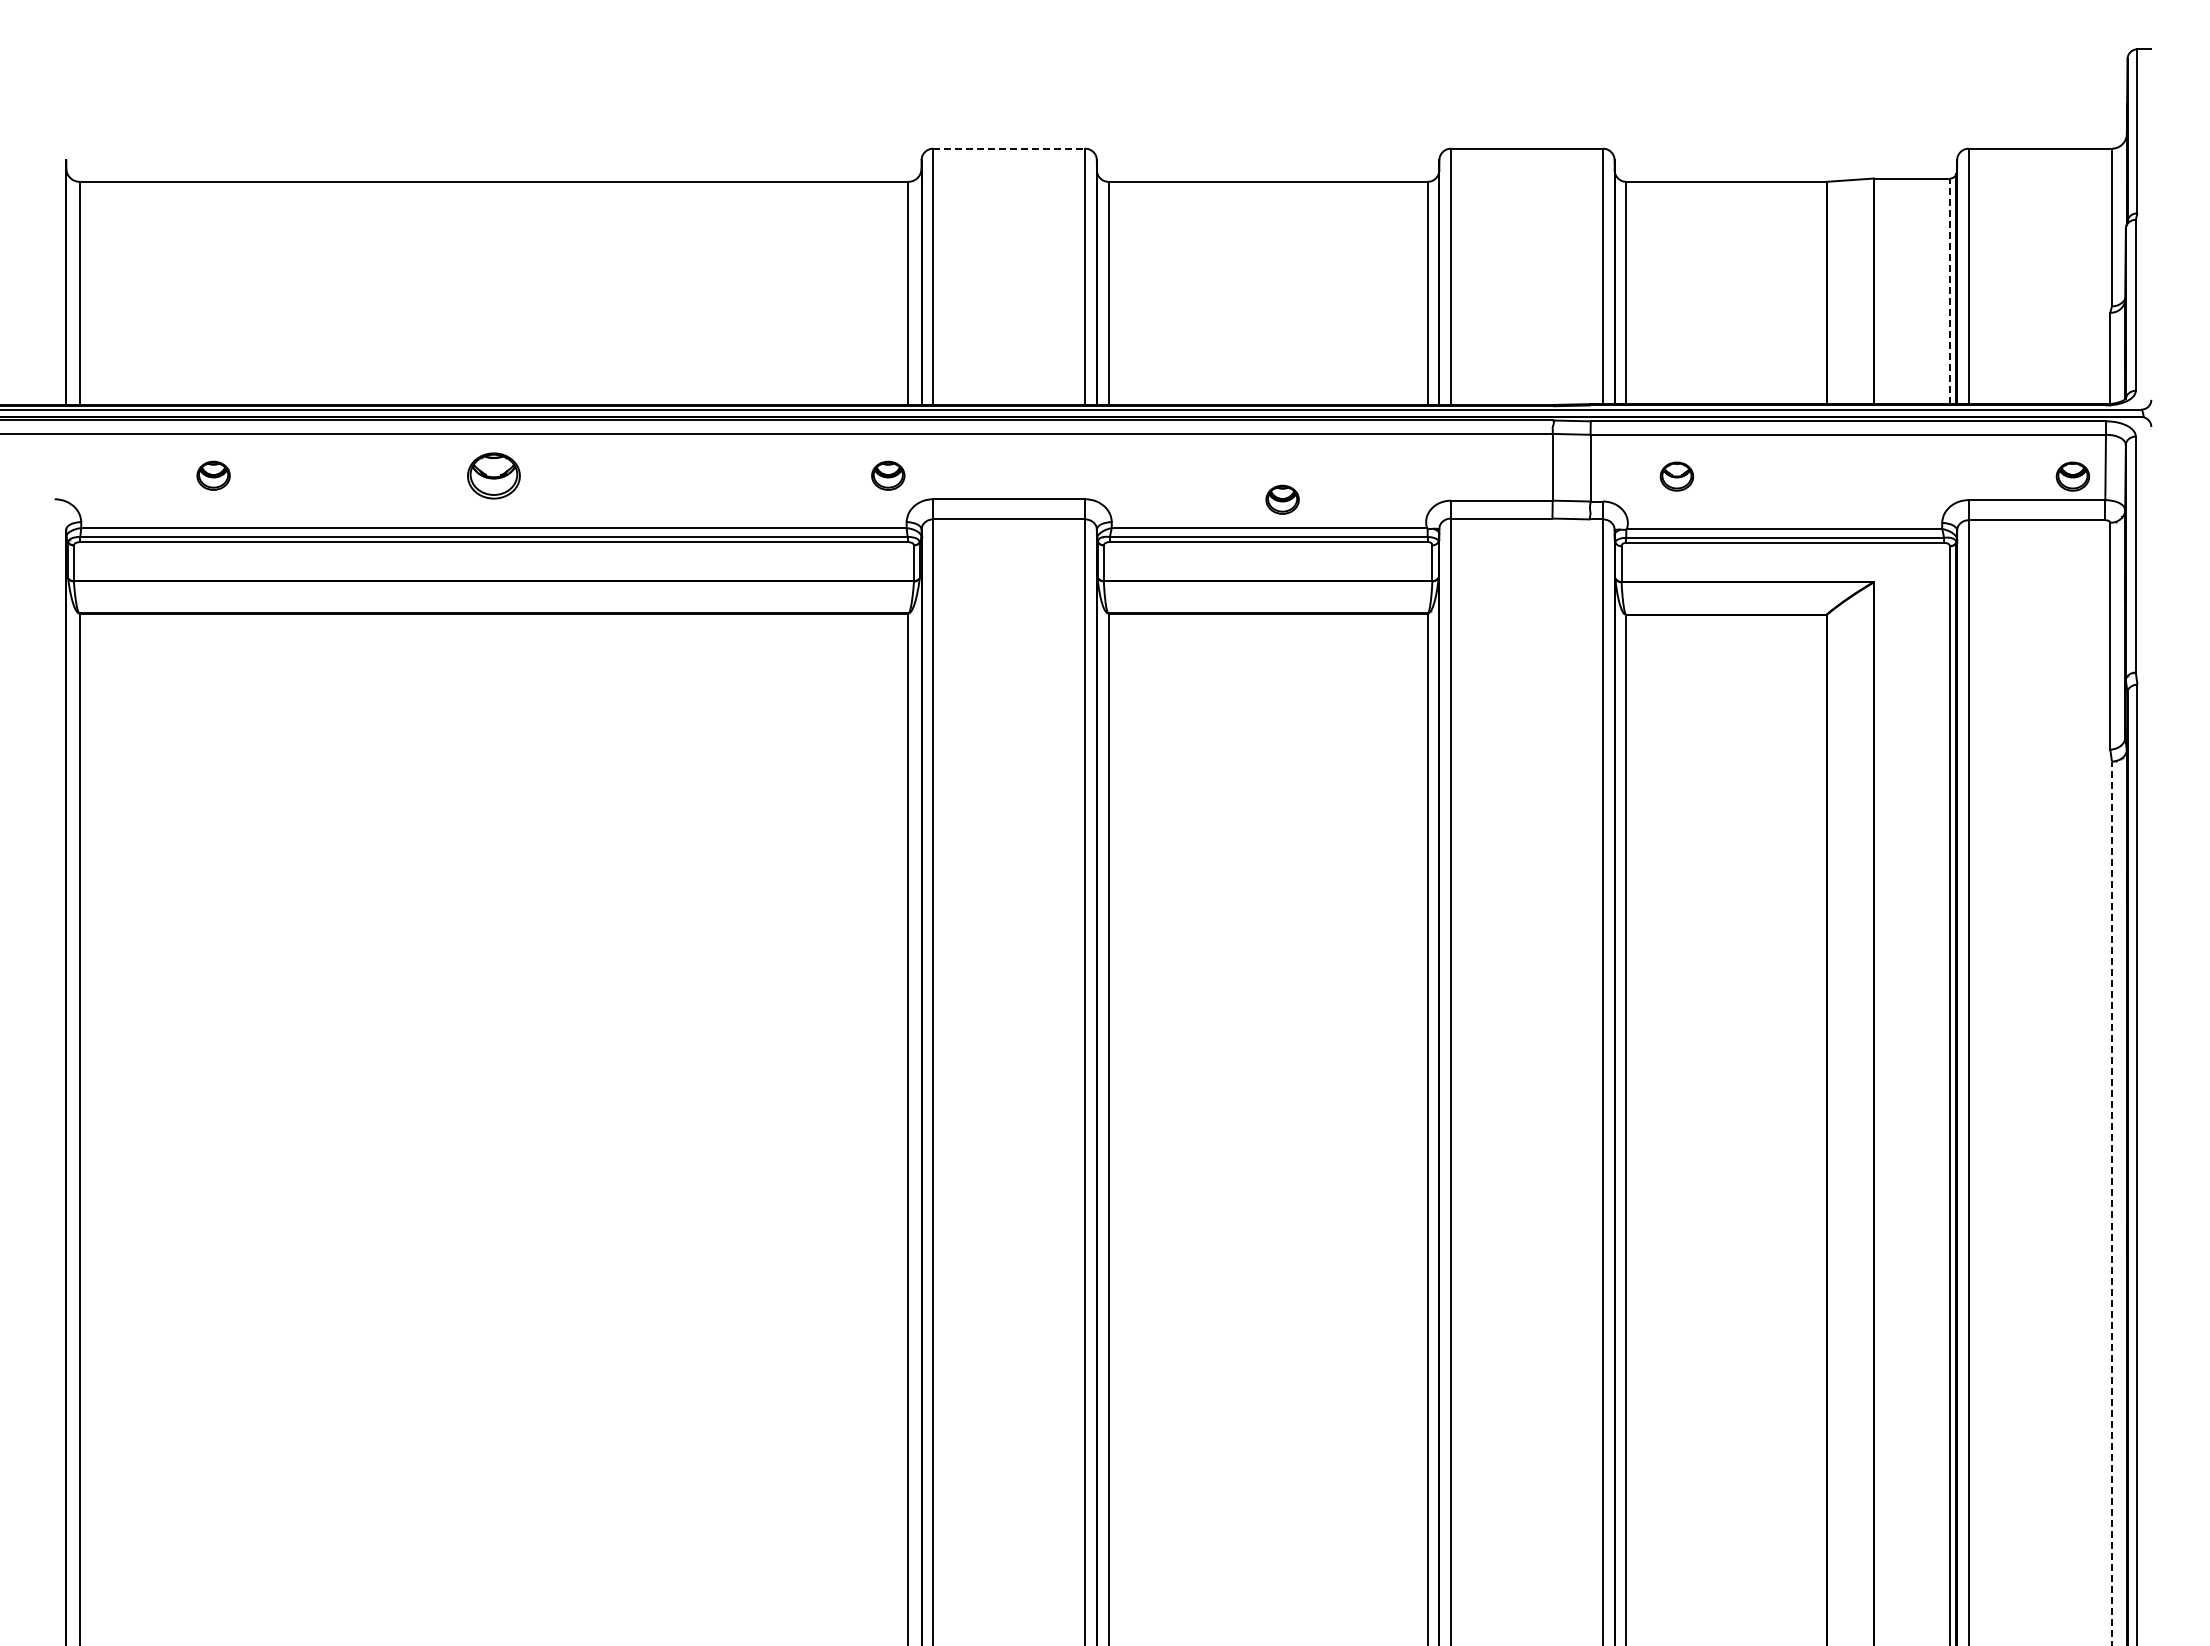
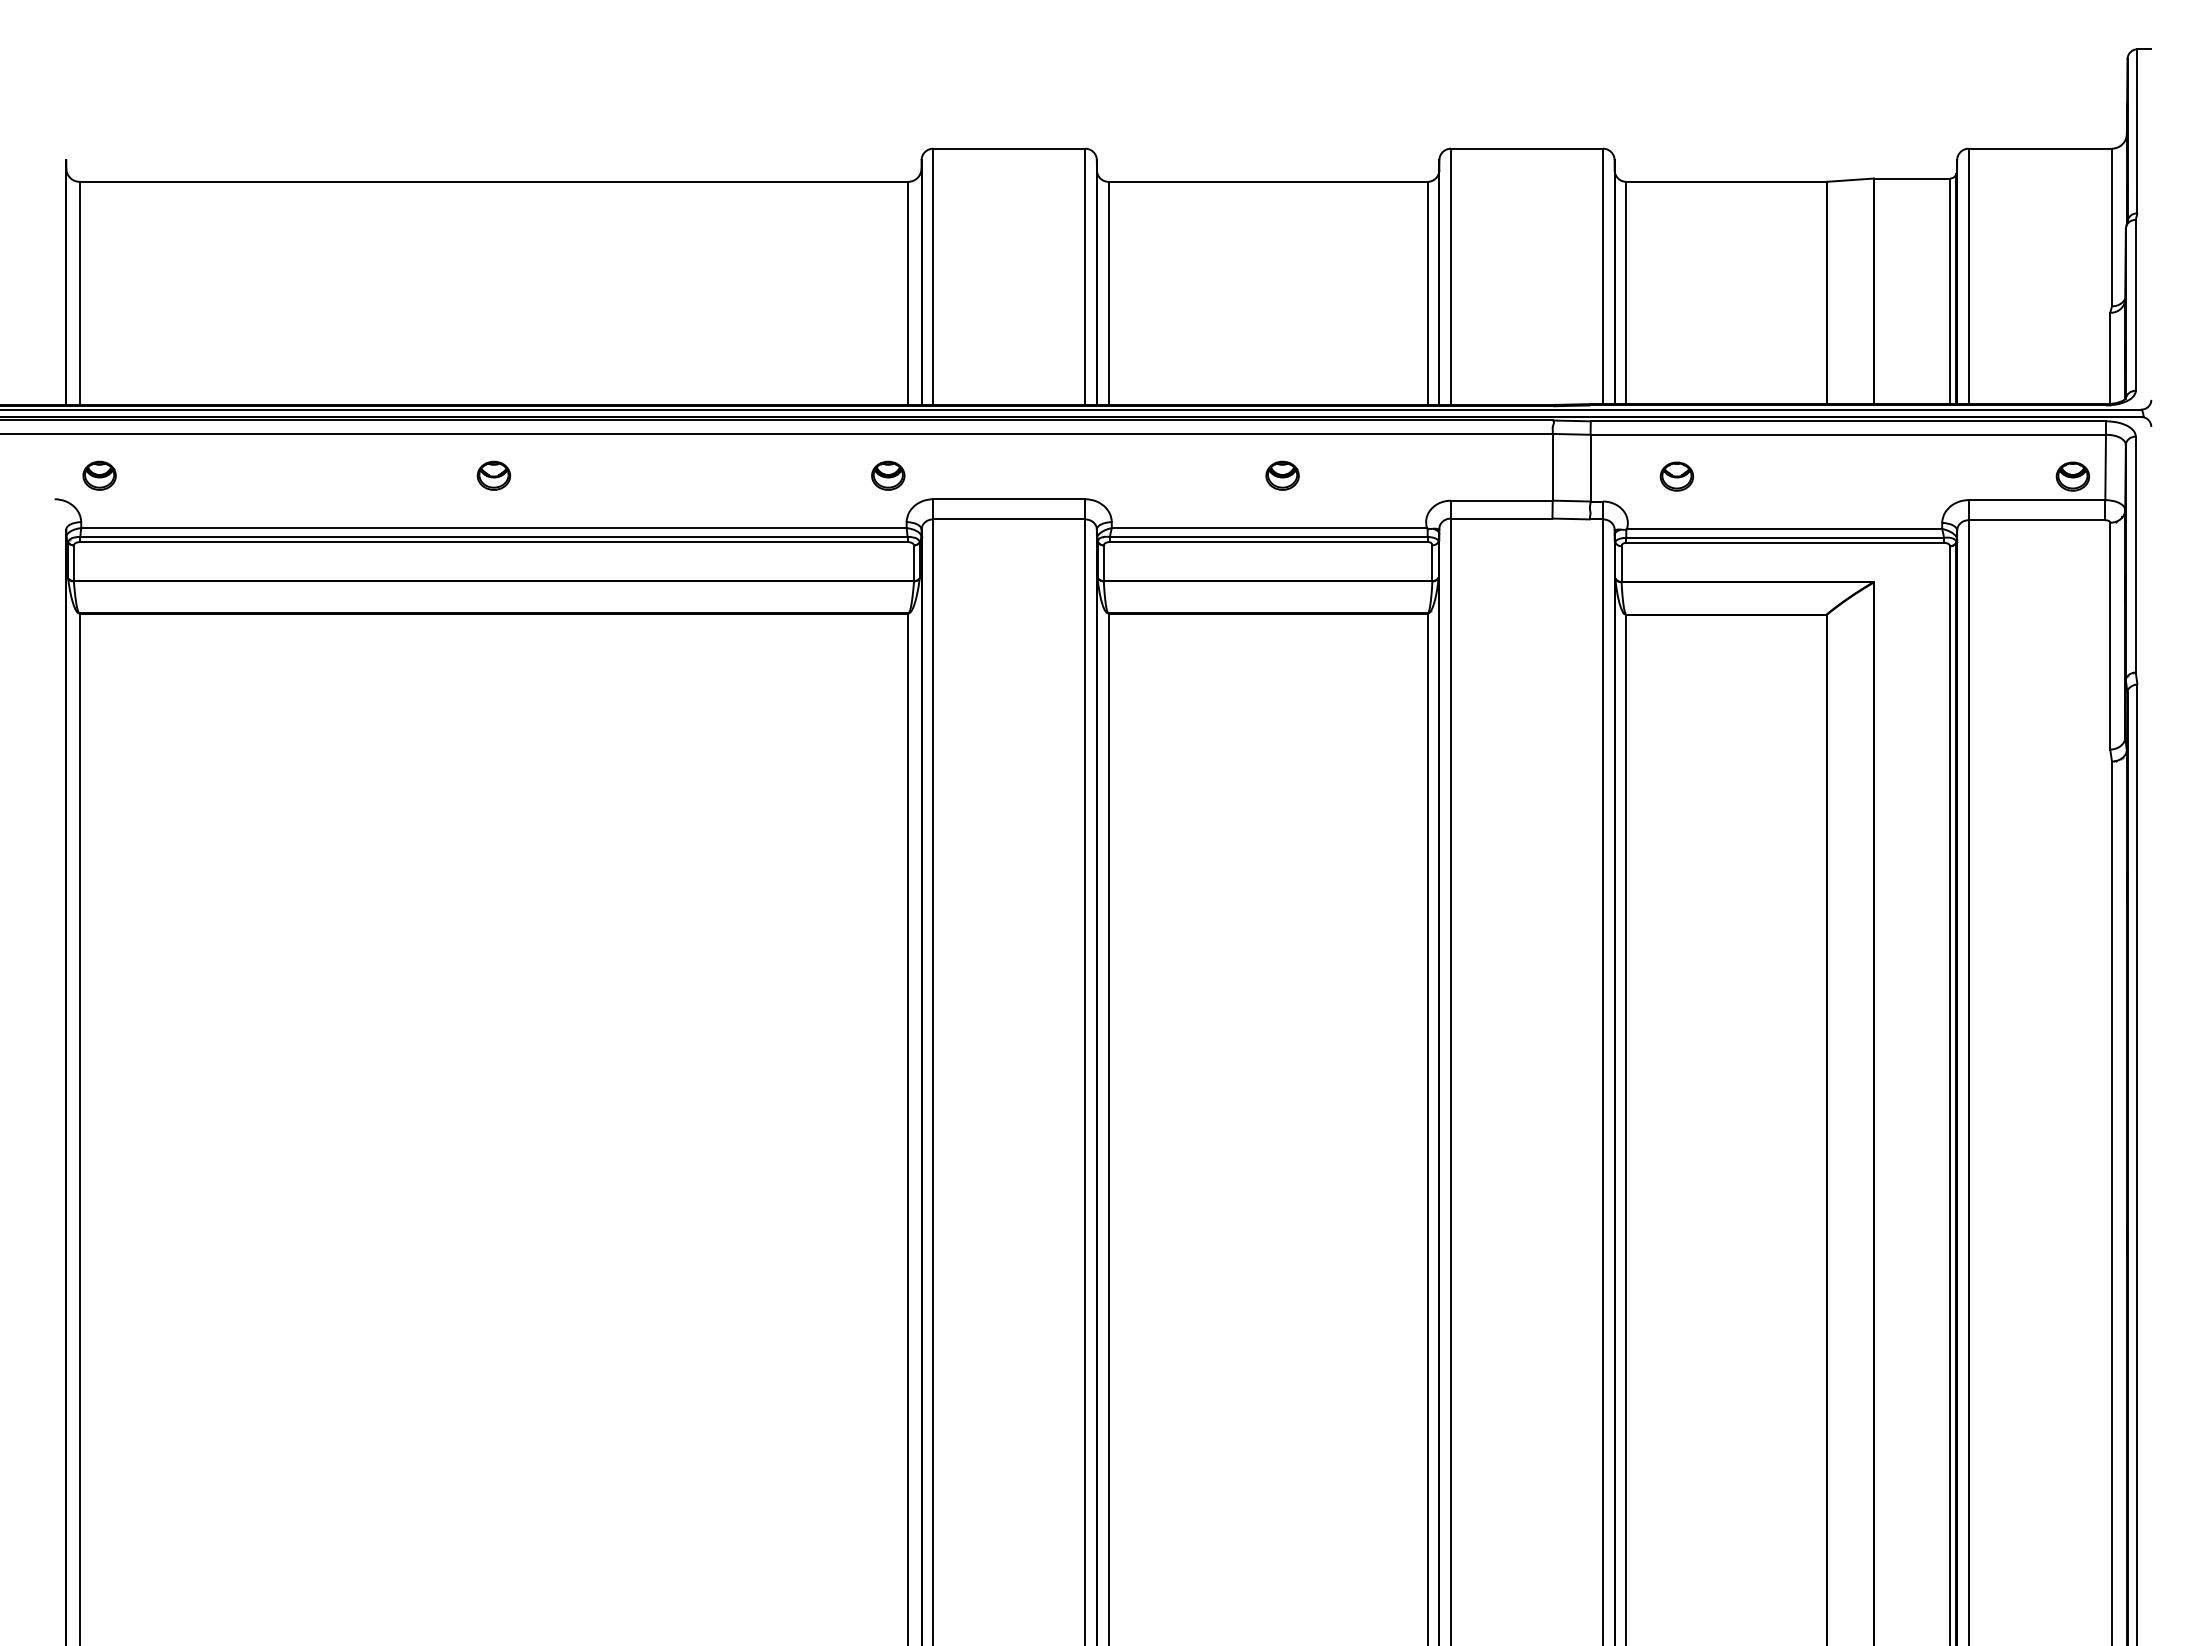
line at (1009, 148): dashed -> solid
line at (1950, 291): dashed -> solid
part at (213, 475) position: (213, 475) -> (99, 475)
part at (493, 475) size: 54x48 px -> 36x31 px
part at (1282, 499) position: (1282, 499) -> (1282, 475)
line at (2111, 1203): dashed -> solid
